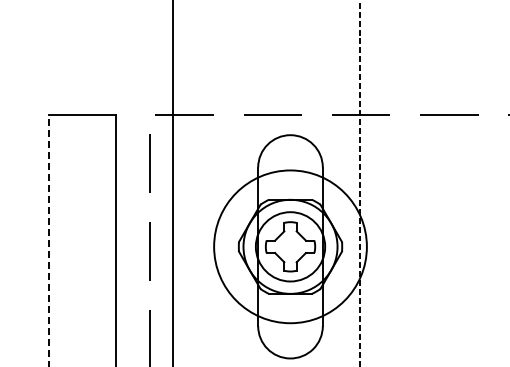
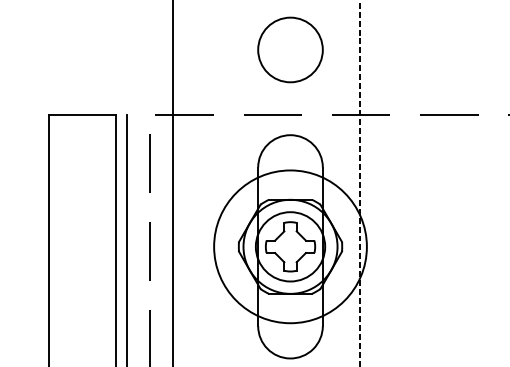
circle at (290, 49): none -> present
line at (126, 239): none -> present
line at (48, 240): dashed -> solid
